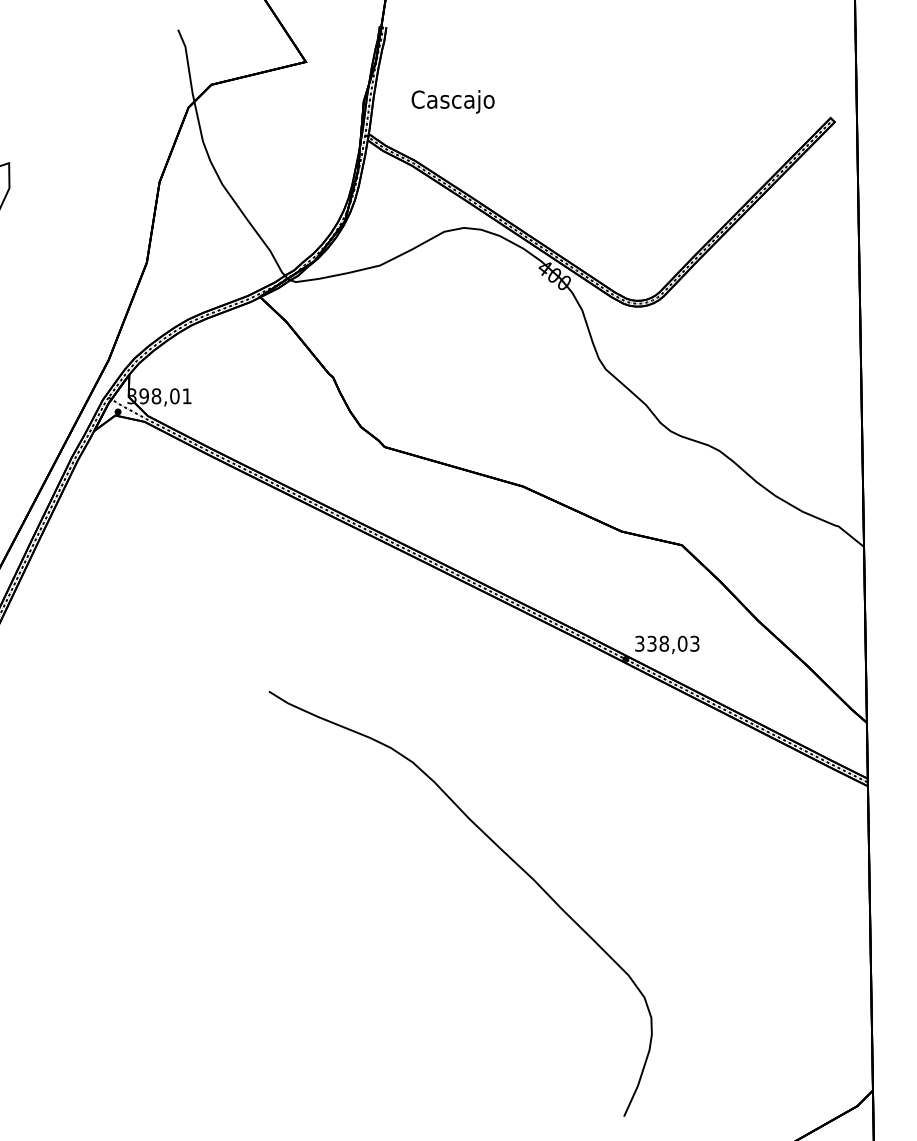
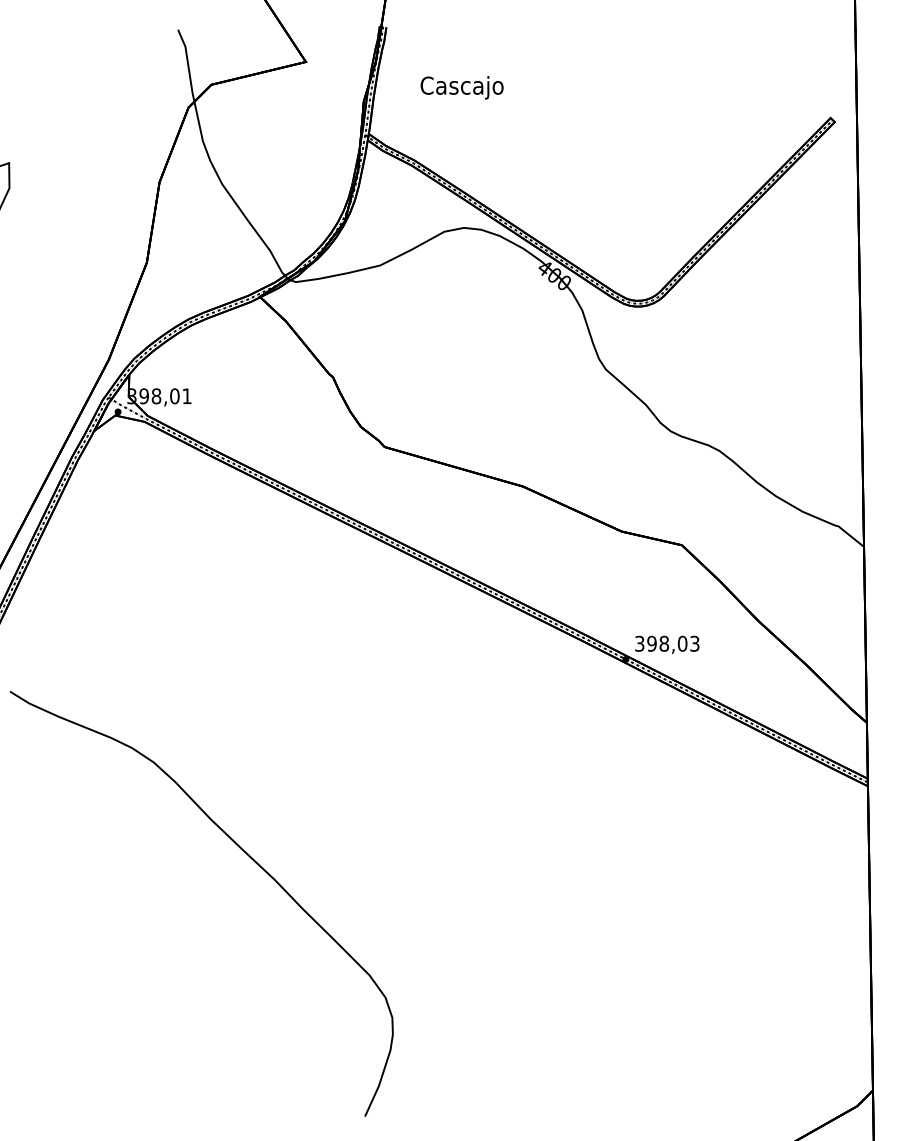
text at (452, 101) position: (452, 101) -> (461, 87)
text at (651, 643): 338,03 -> 398,03
curve at (507, 856) position: (507, 856) -> (248, 856)
